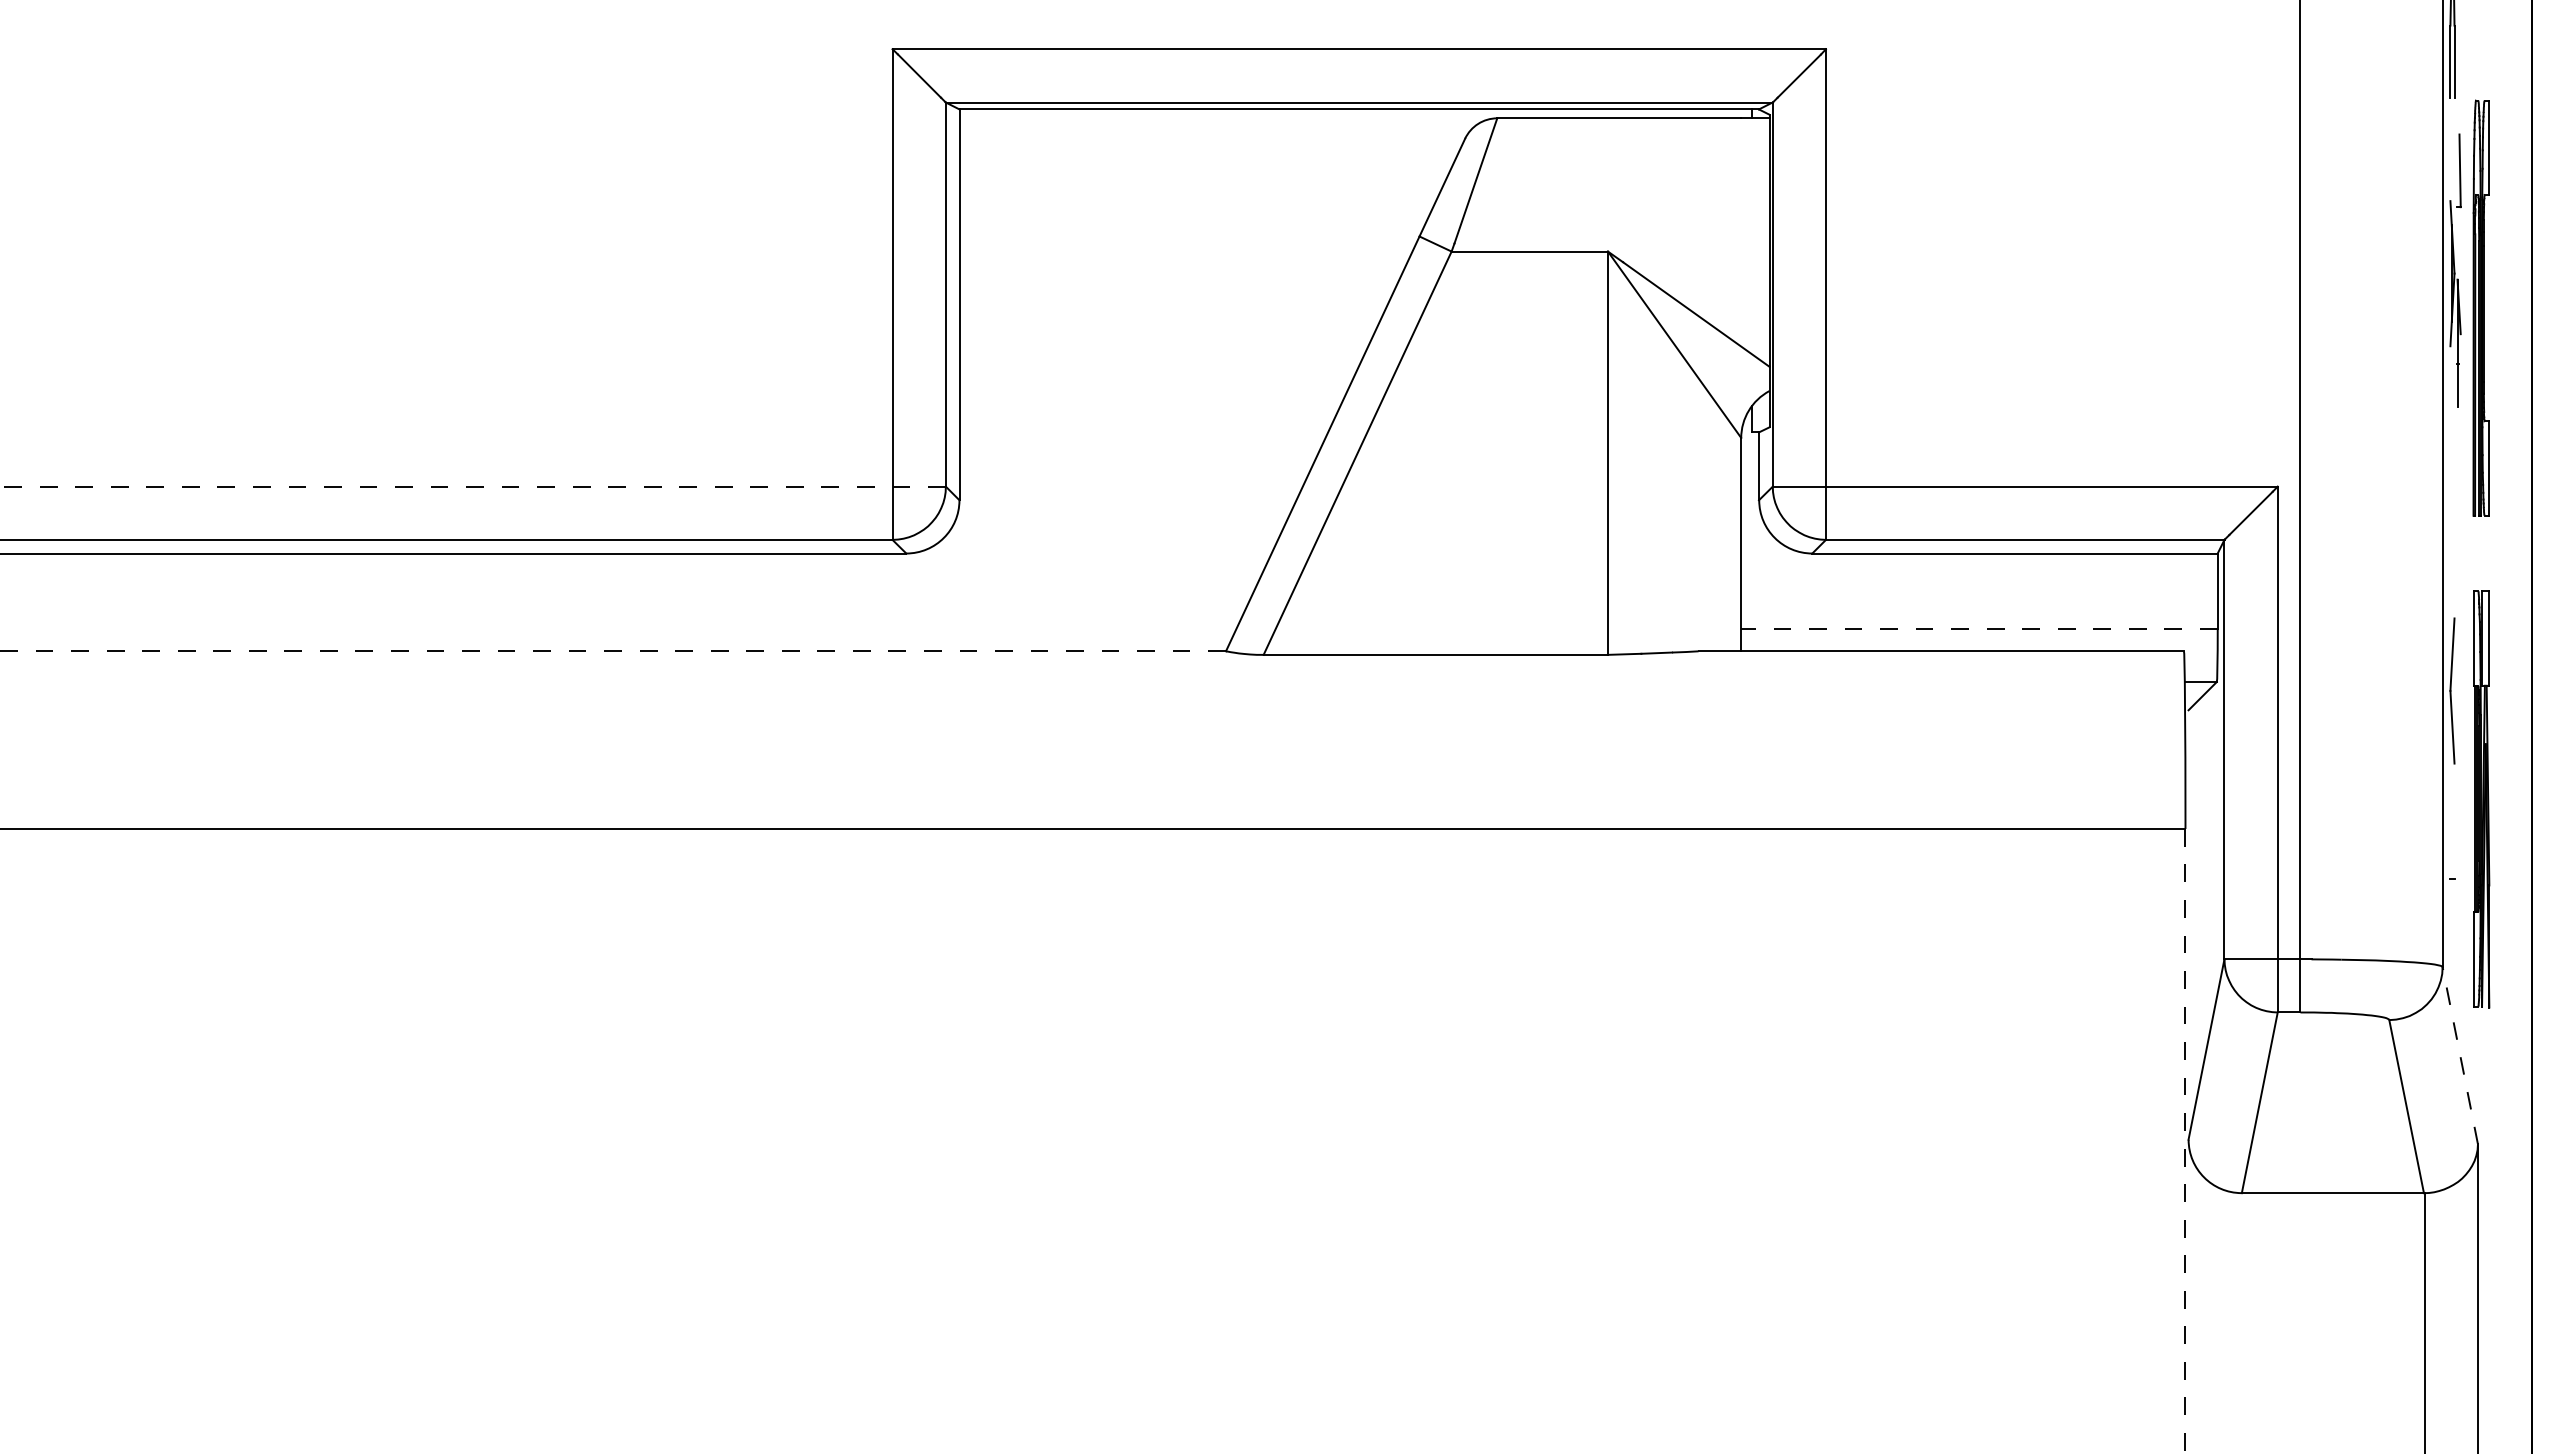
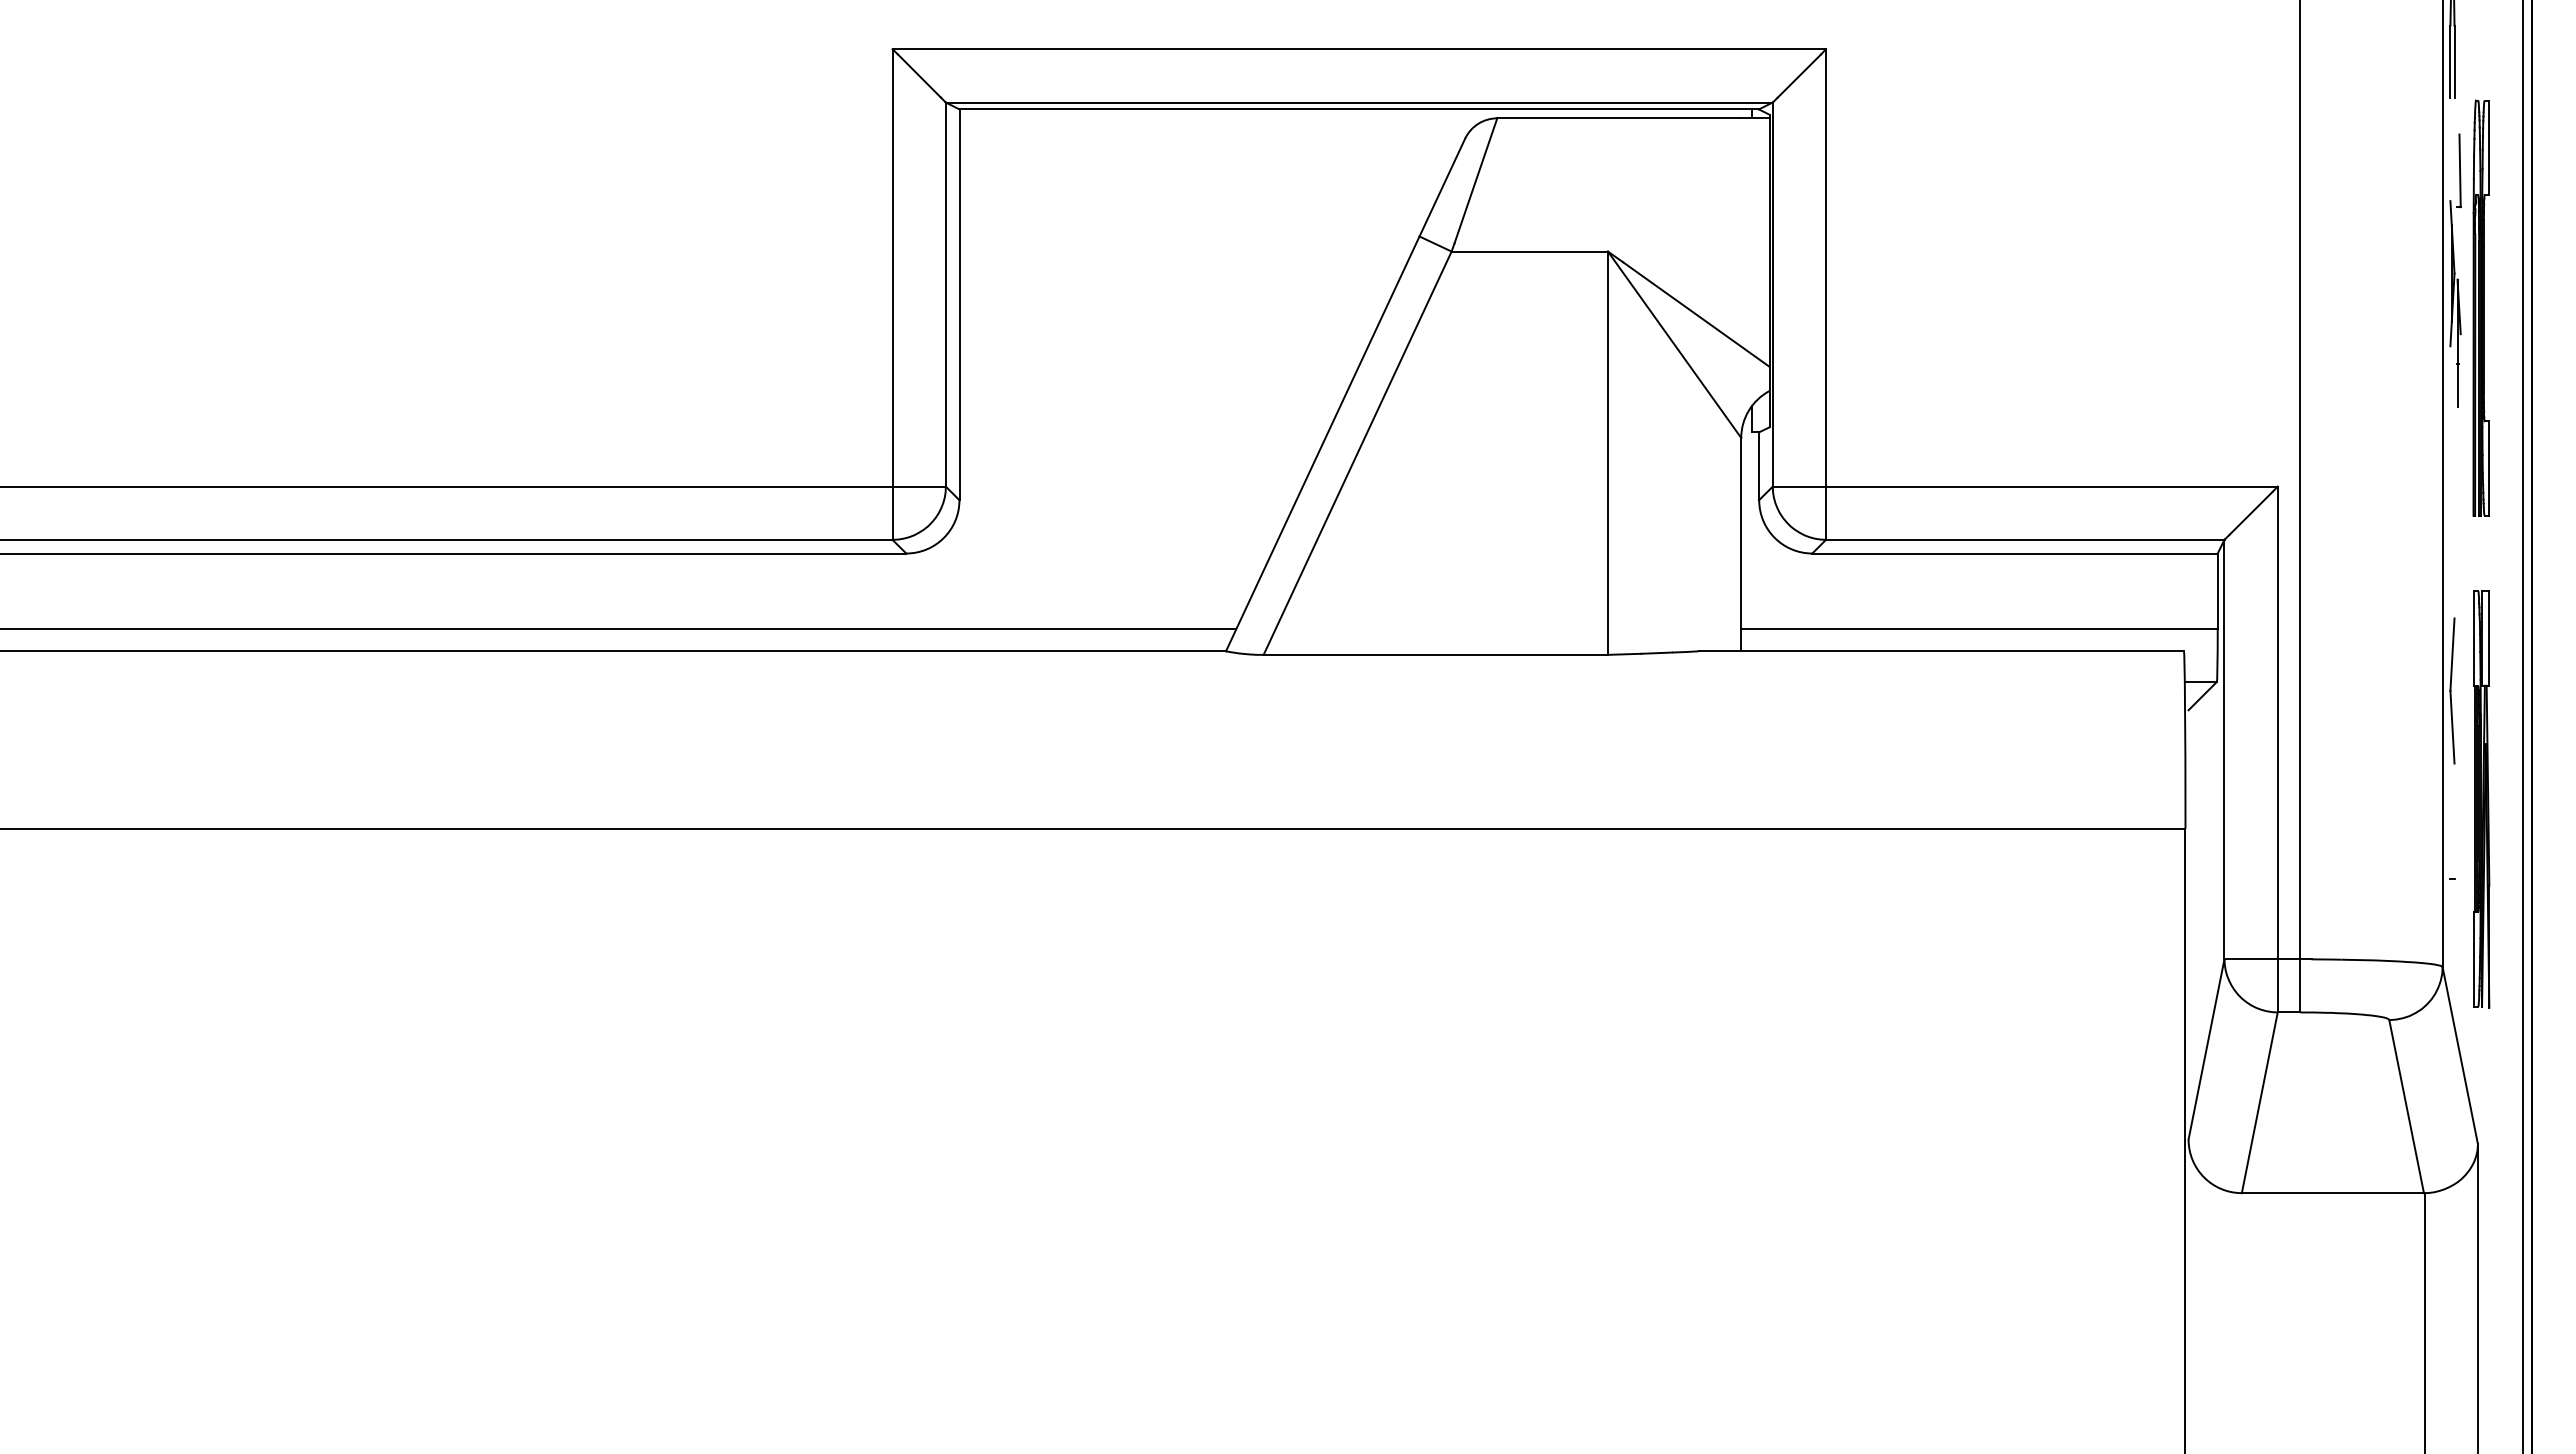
line at (472, 486): dashed -> solid
line at (619, 628): none -> present
line at (1978, 628): dashed -> solid
line at (613, 651): dashed -> solid
line at (2522, 726): none -> present
line at (2460, 1055): dashed -> solid
line at (2185, 1141): dashed -> solid
